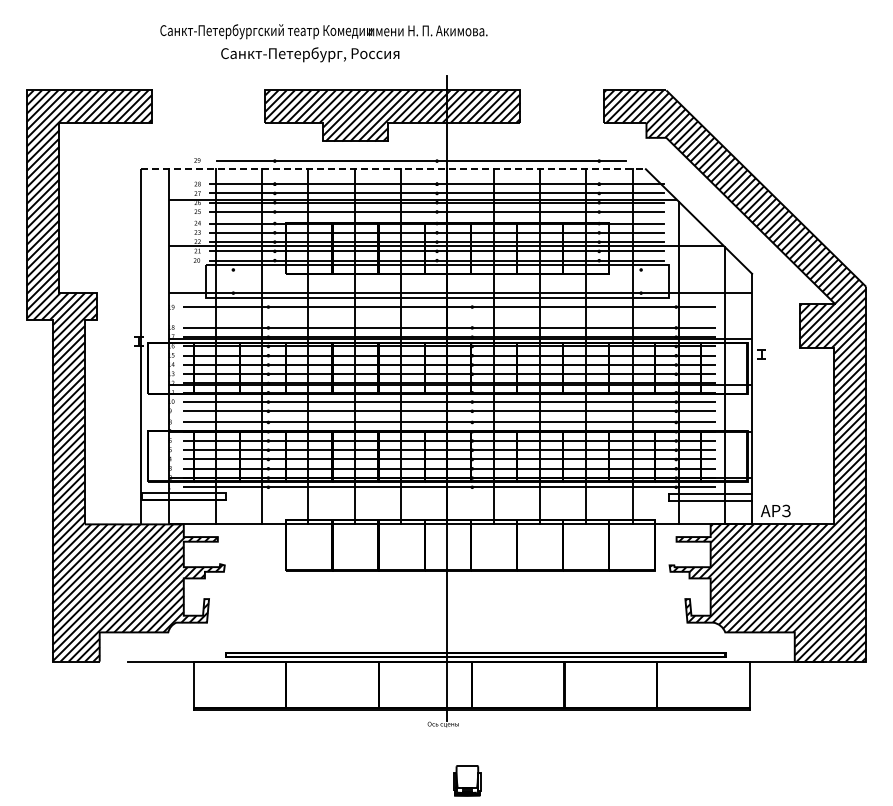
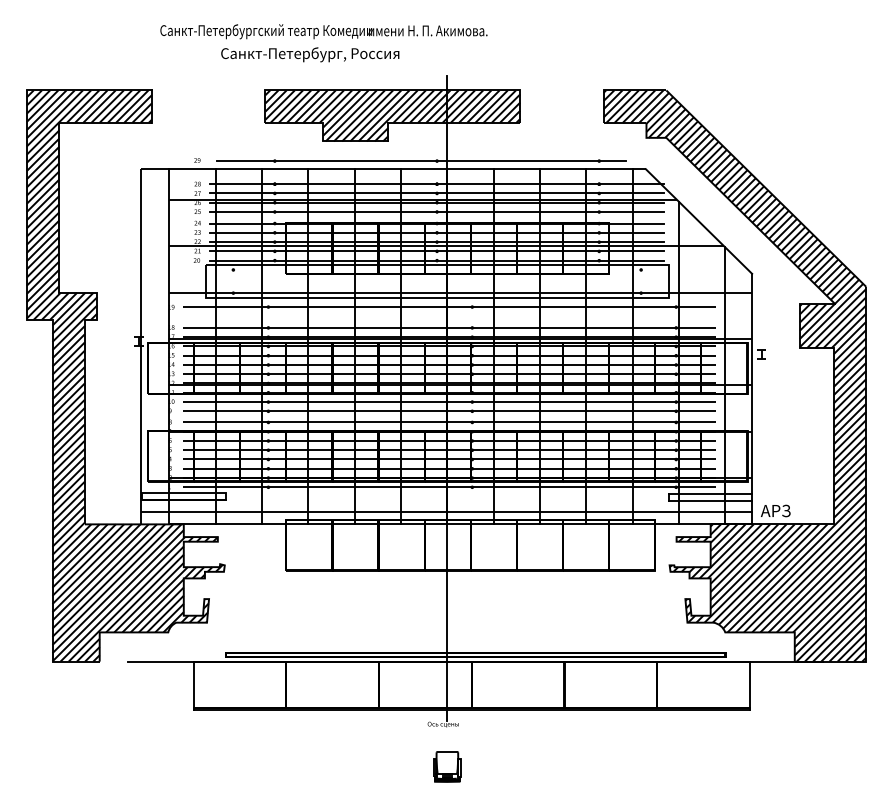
line at (393, 169): dashed -> solid
line at (447, 512): none -> present
part at (467, 780) position: (467, 780) -> (447, 766)
